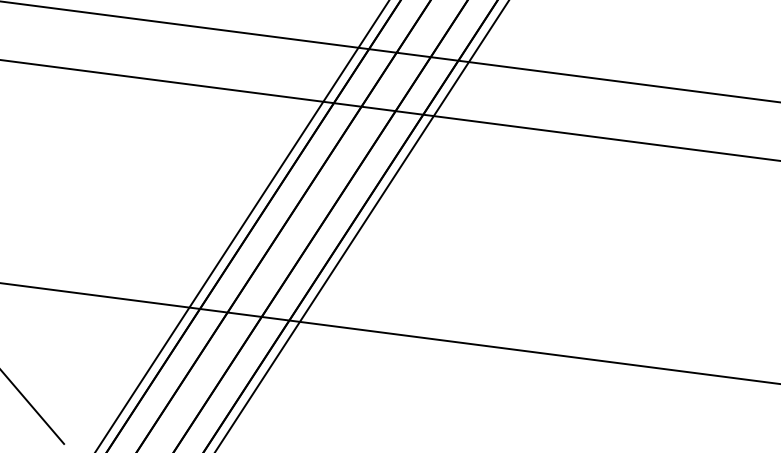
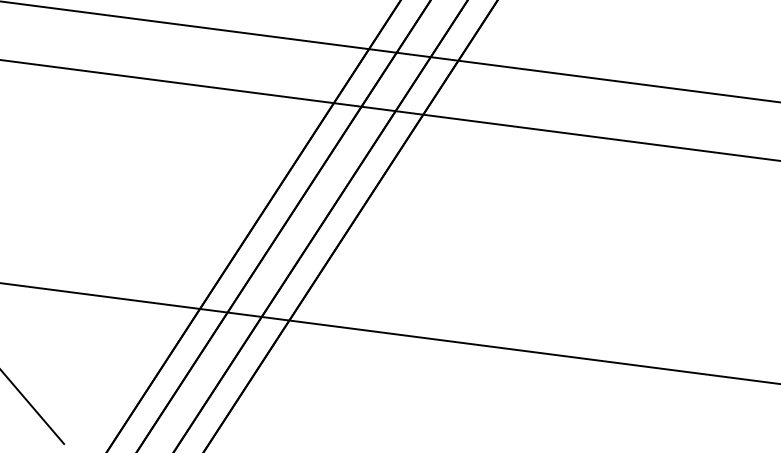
line at (242, 225): present -> none
line at (361, 225): present -> none
